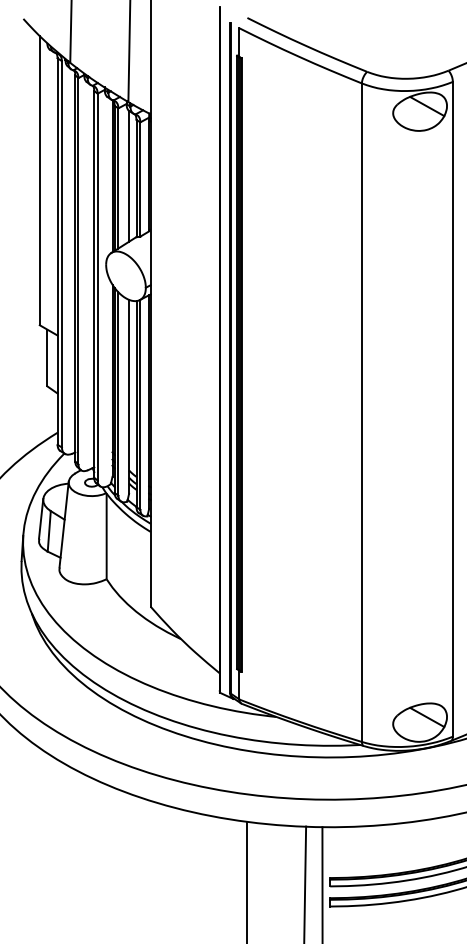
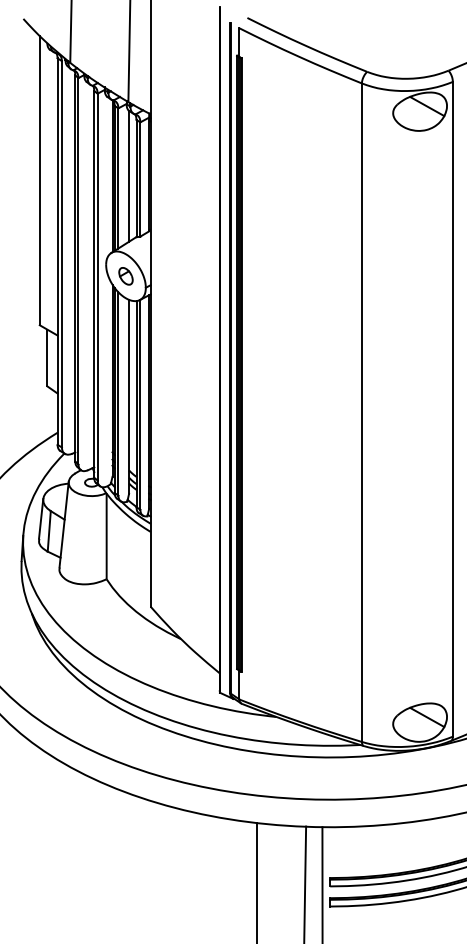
part at (125, 276): none -> present
line at (246, 881) position: (246, 881) -> (256, 881)
